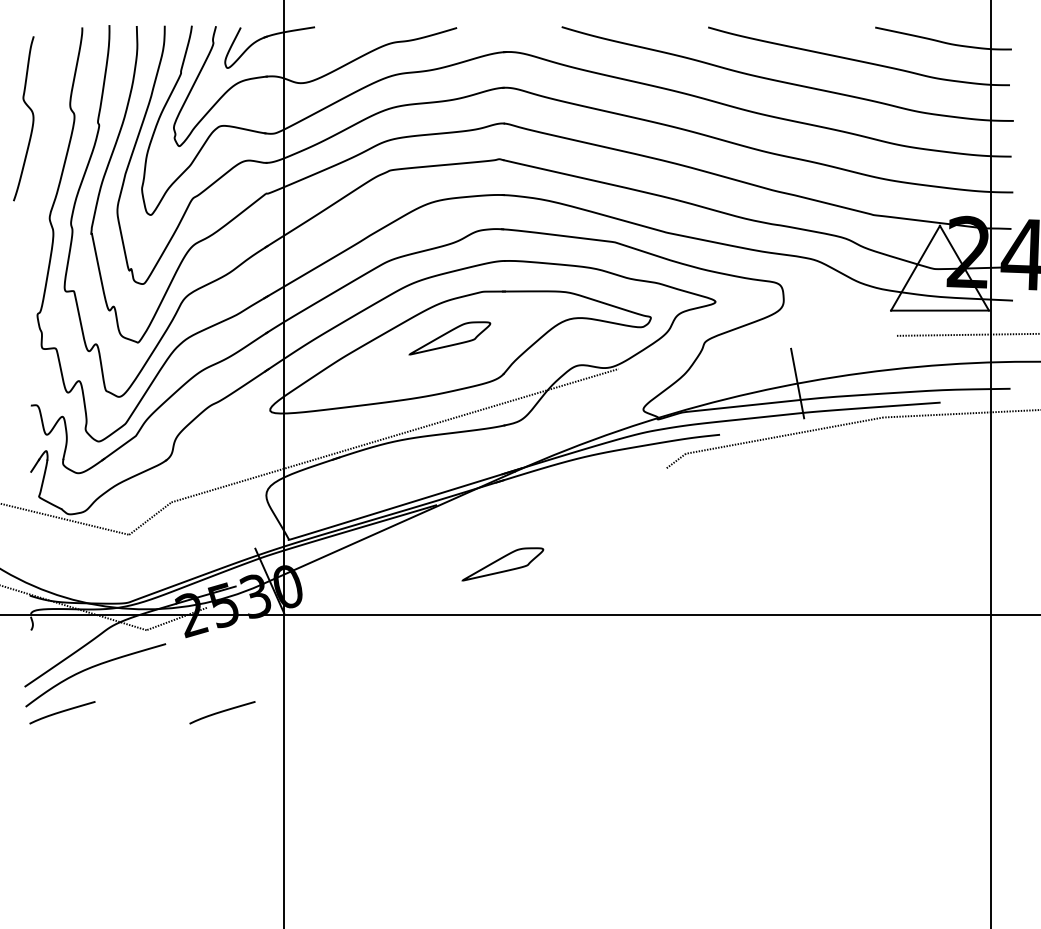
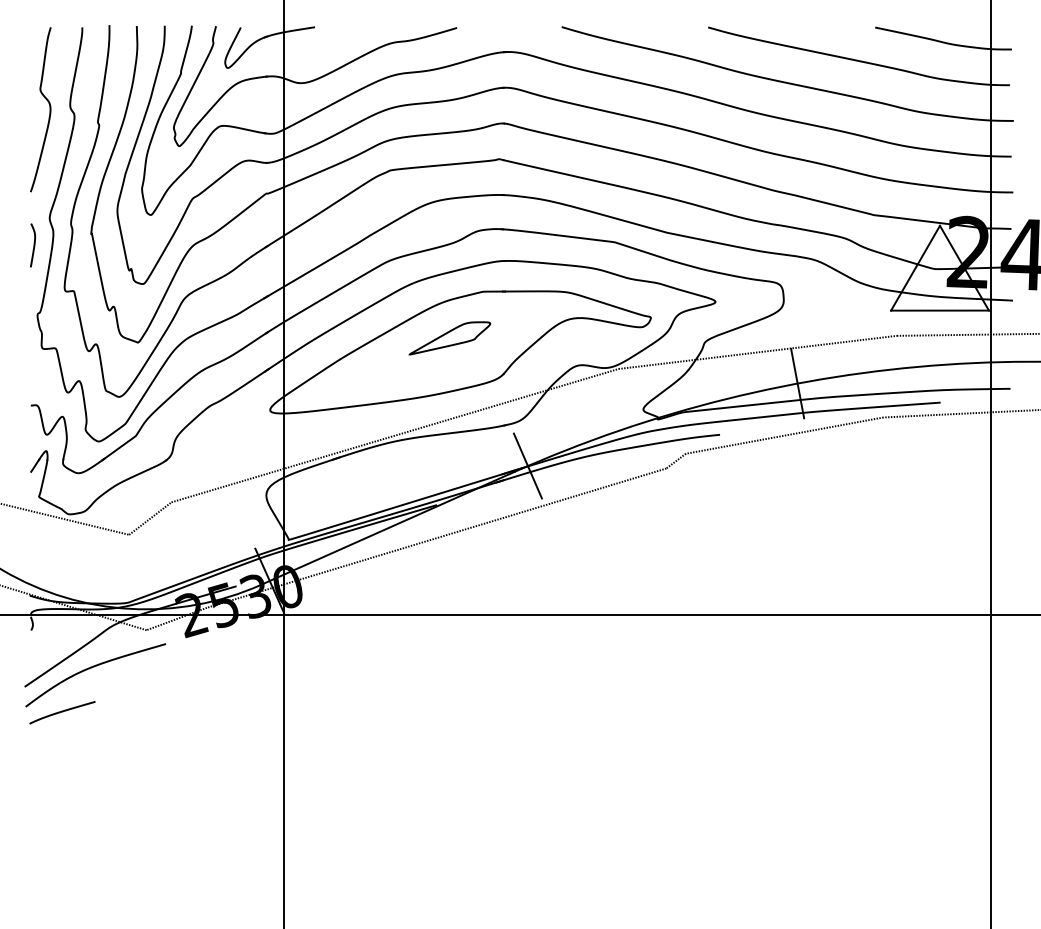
curve at (32, 118) position: (32, 118) -> (49, 109)
curve at (33, 245): none -> present
line at (757, 352): none -> present
line at (527, 465): none -> present
line at (436, 537): none -> present
part at (502, 564): present -> none
curve at (222, 712): present -> none
